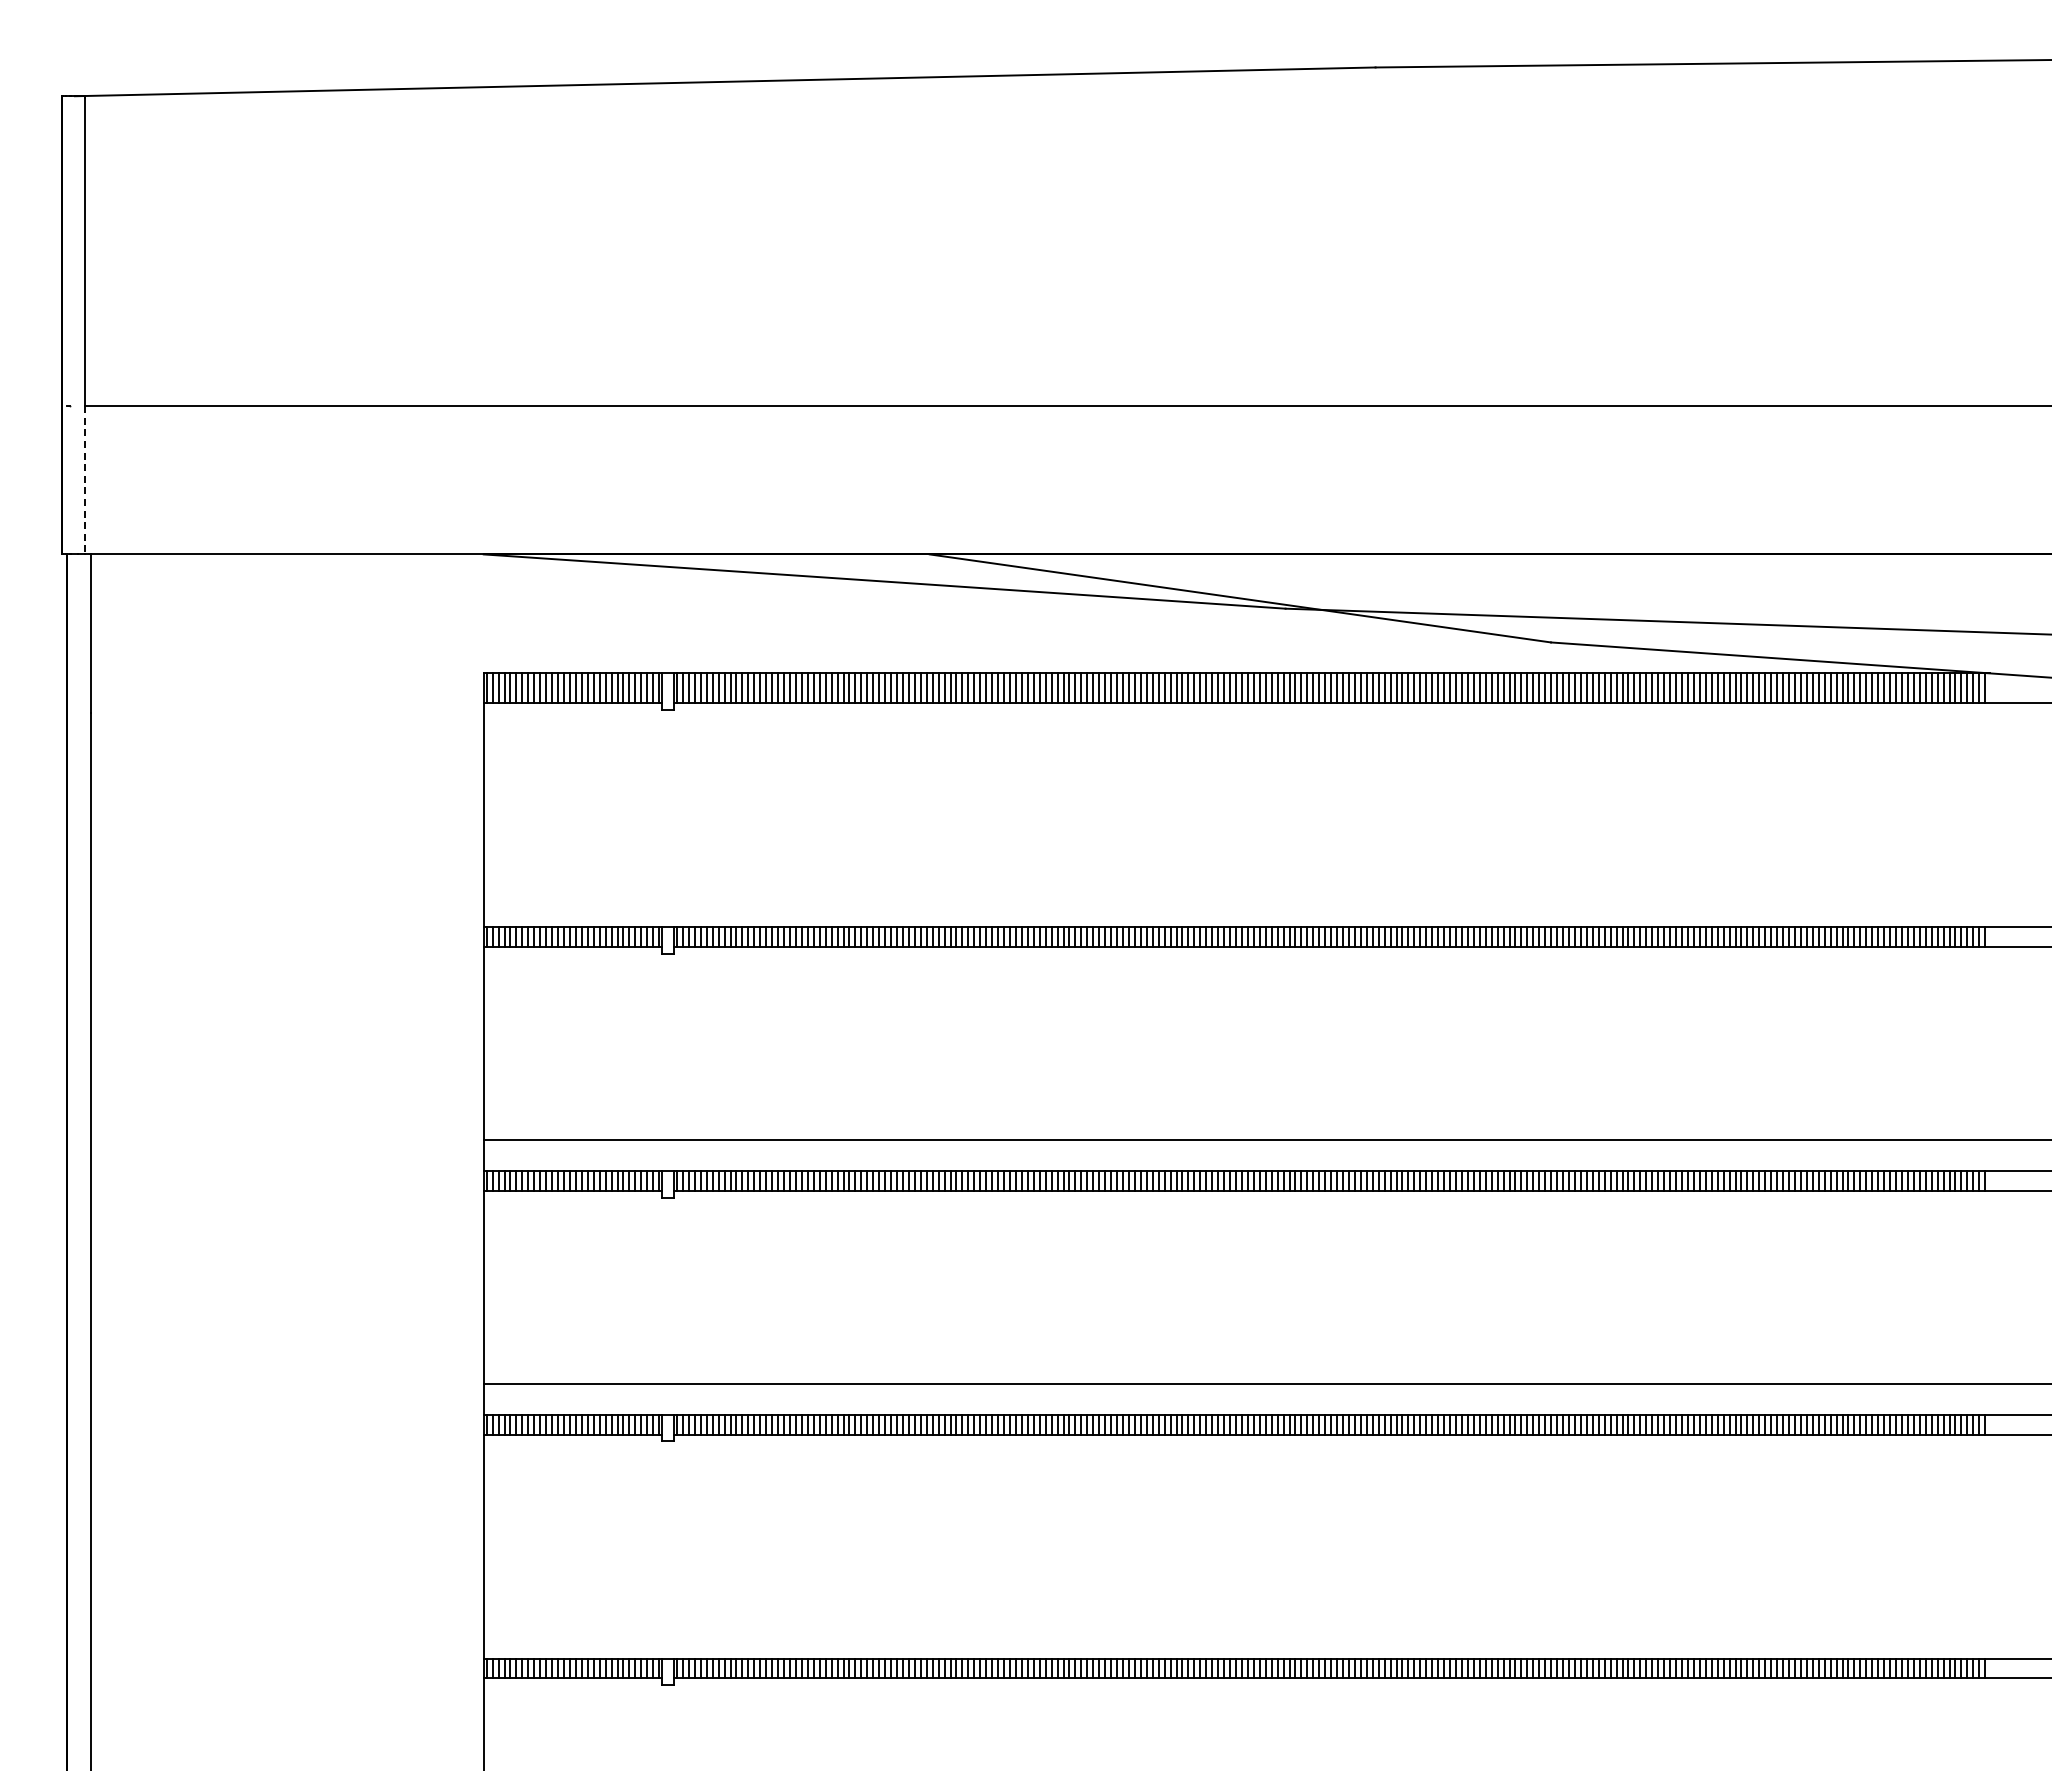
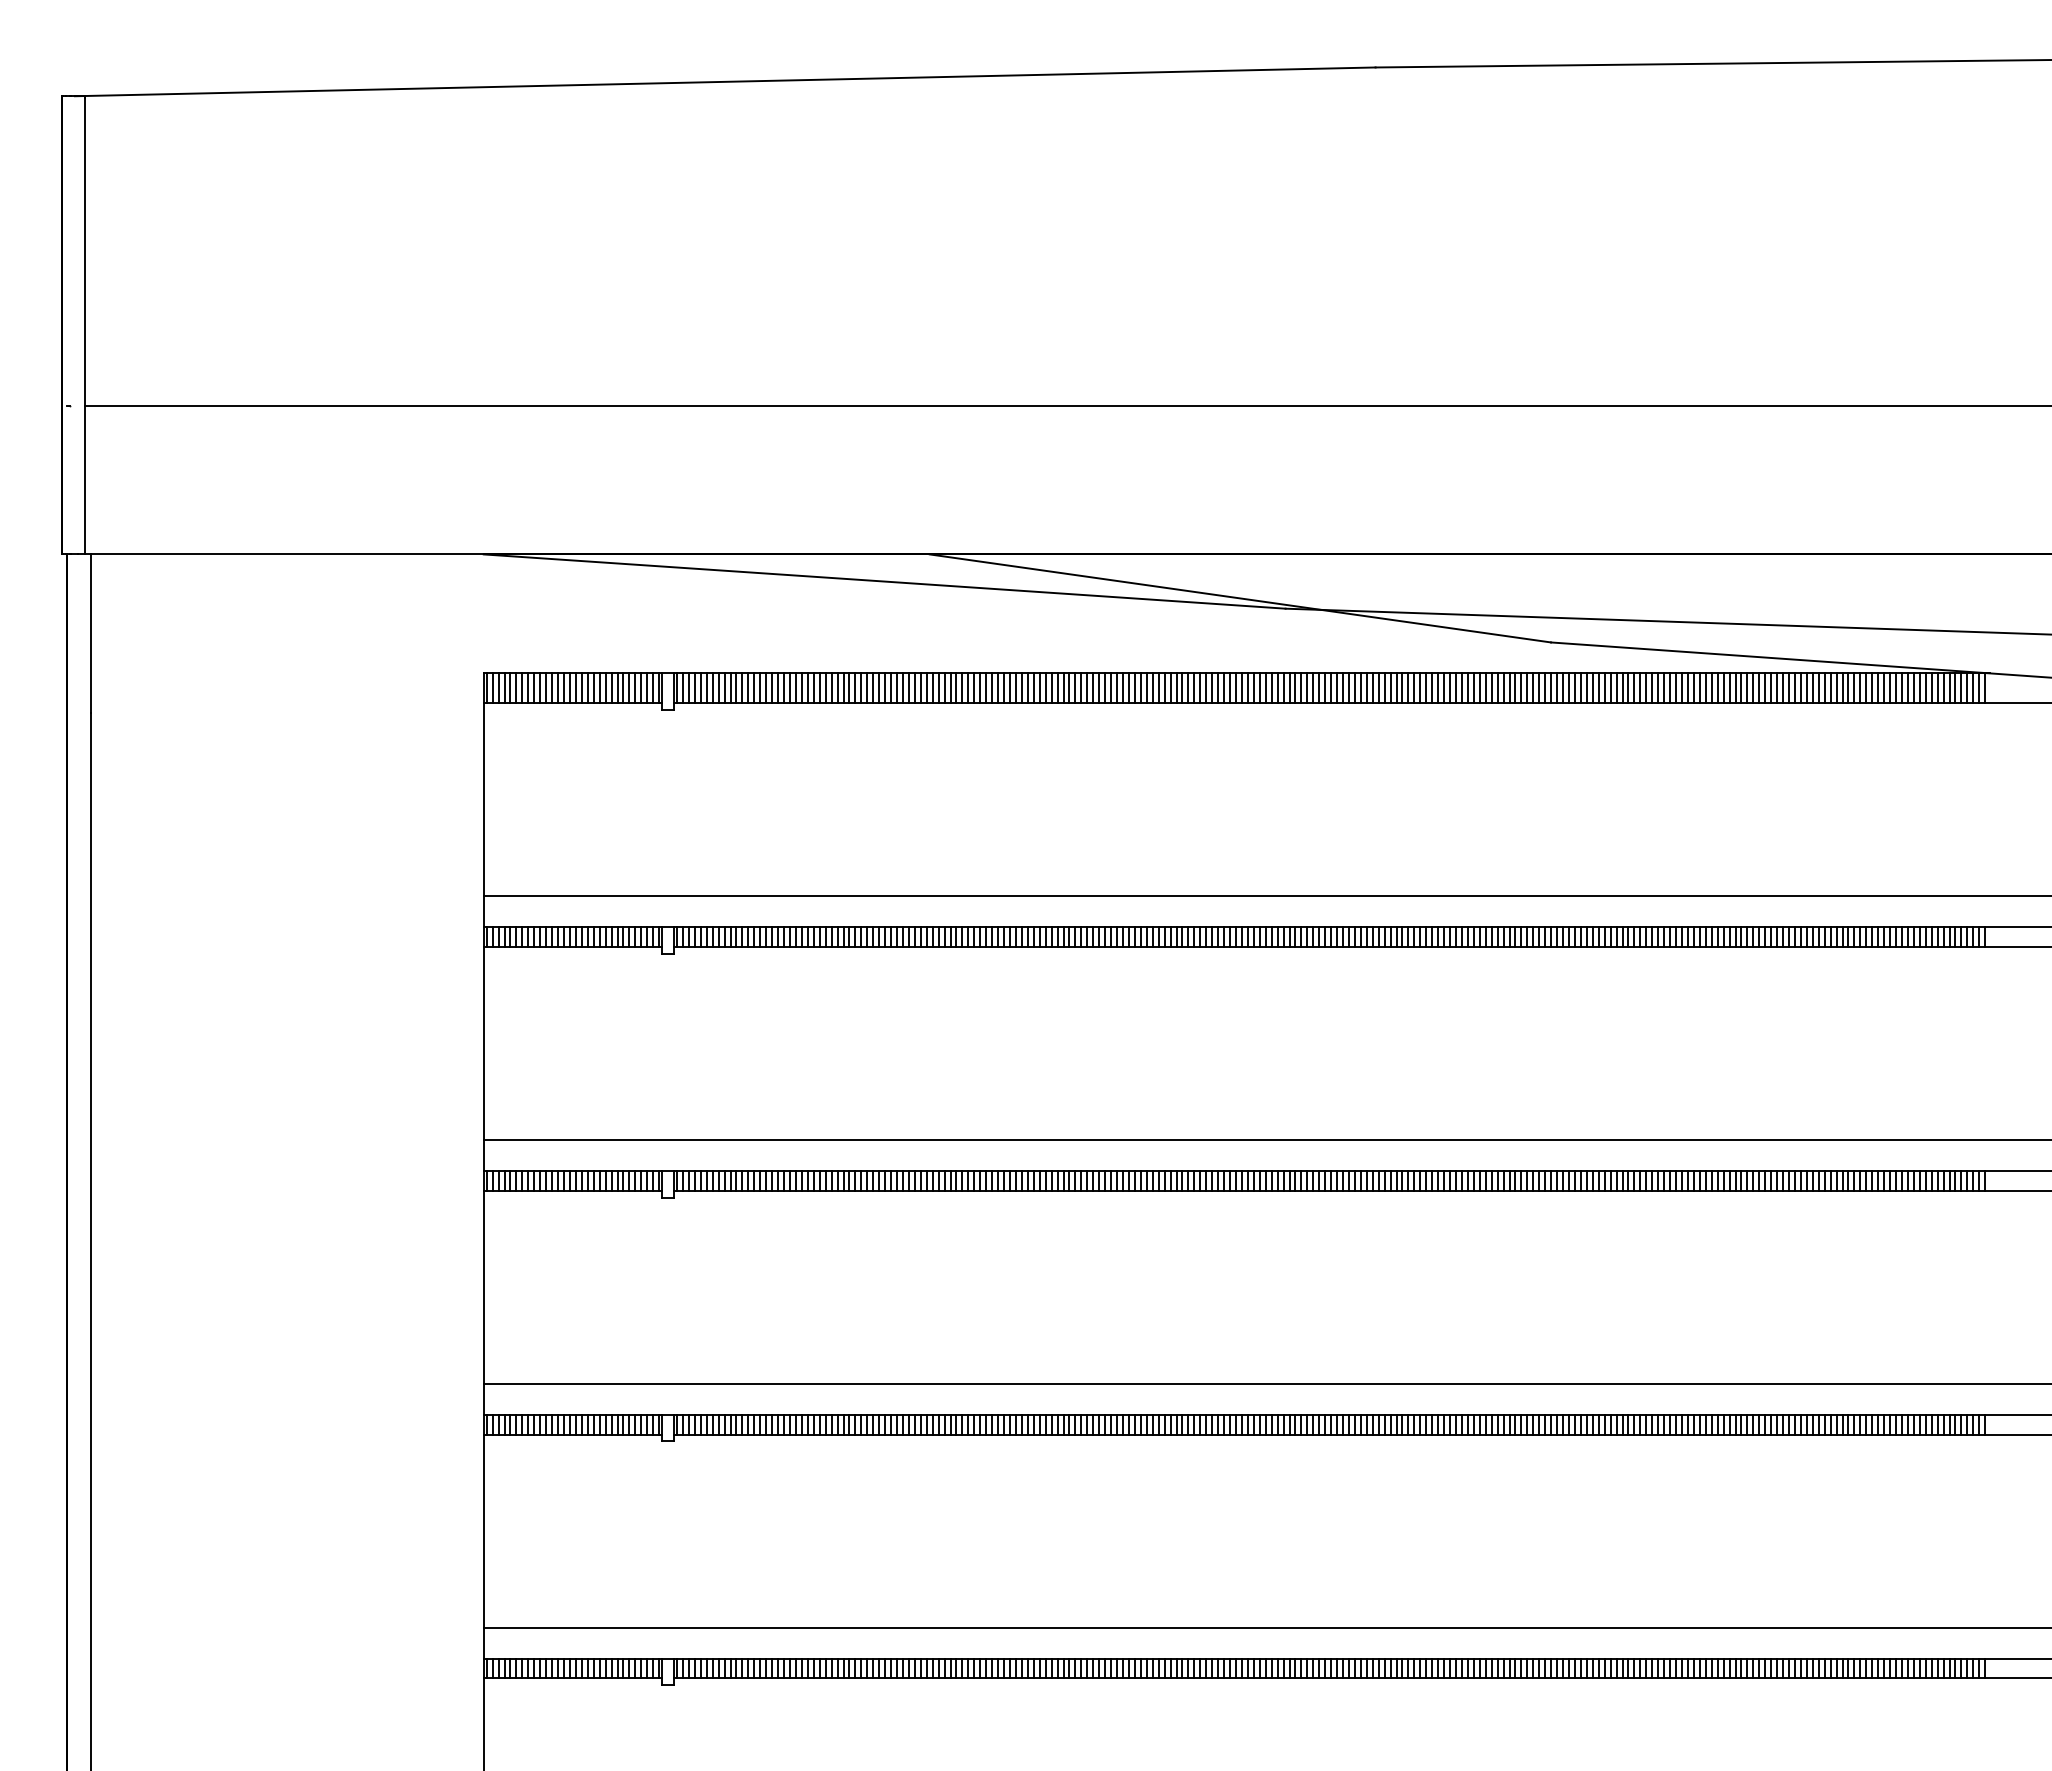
line at (85, 480): dashed -> solid
line at (1265, 896): none -> present
line at (1265, 1627): none -> present
